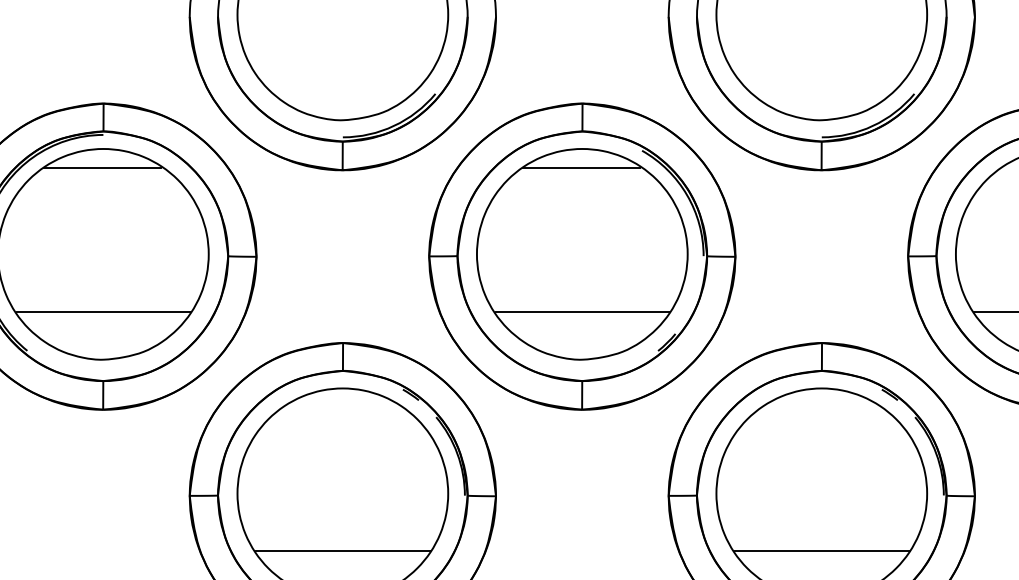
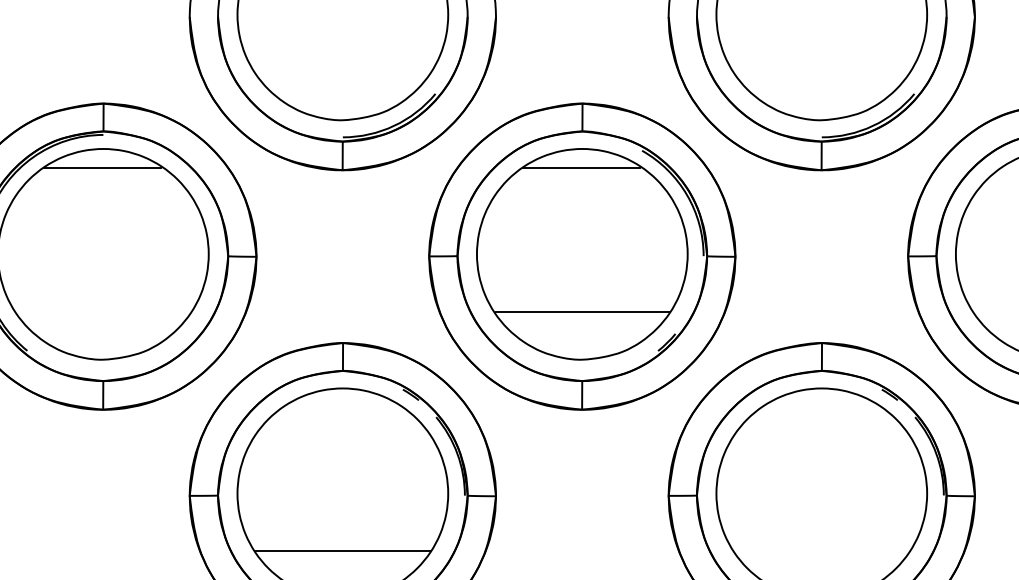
line at (103, 311): present -> none
line at (994, 311): present -> none
line at (822, 551): present -> none
